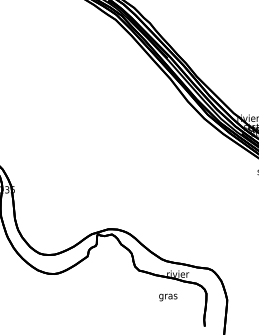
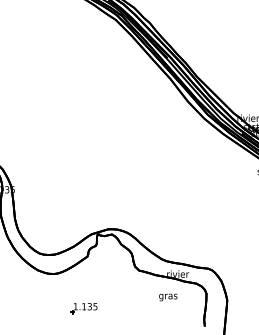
part at (83, 308): none -> present
